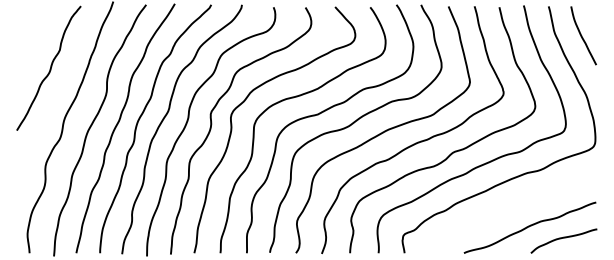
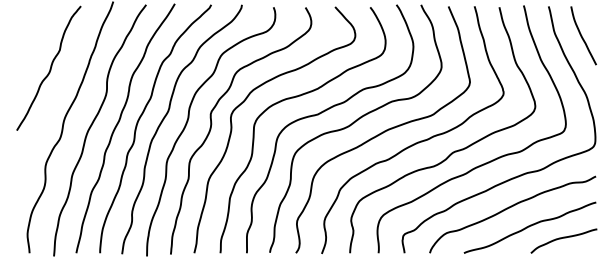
curve at (509, 208): none -> present
